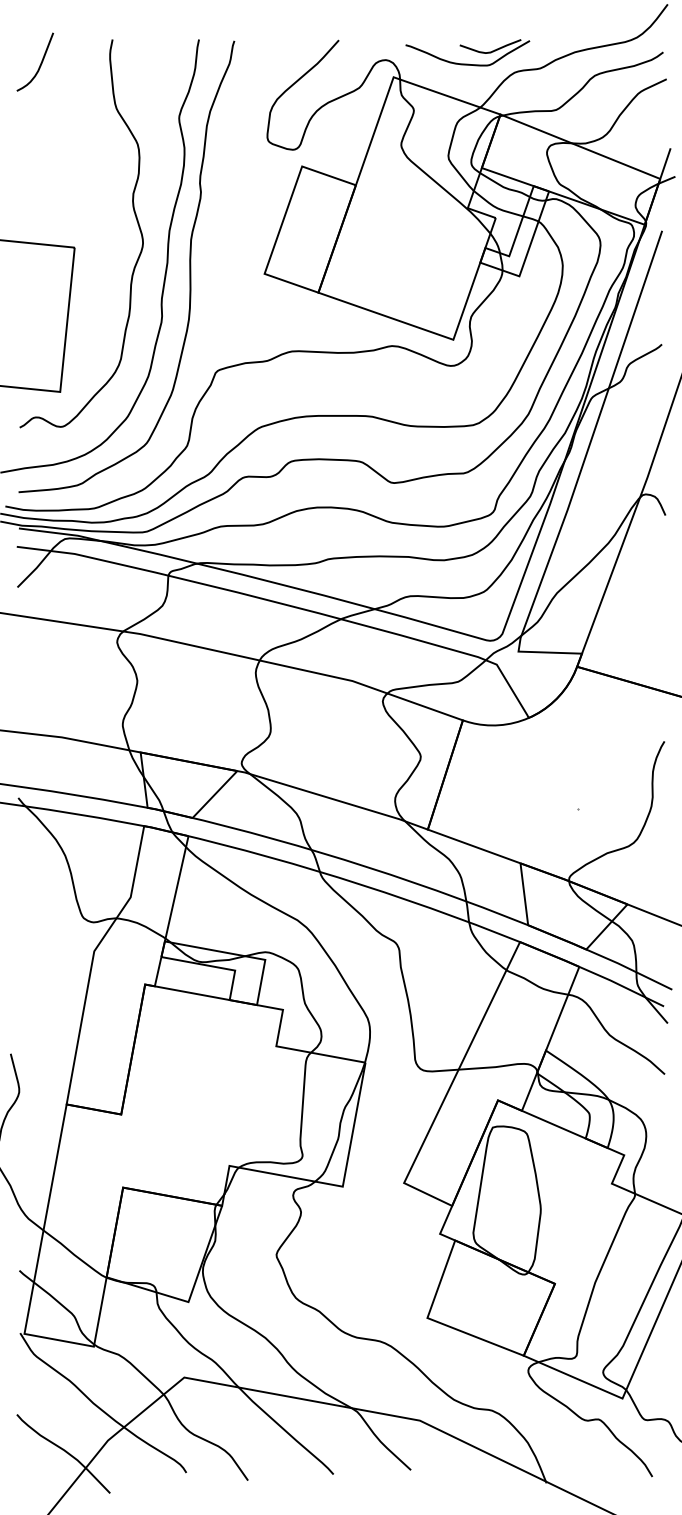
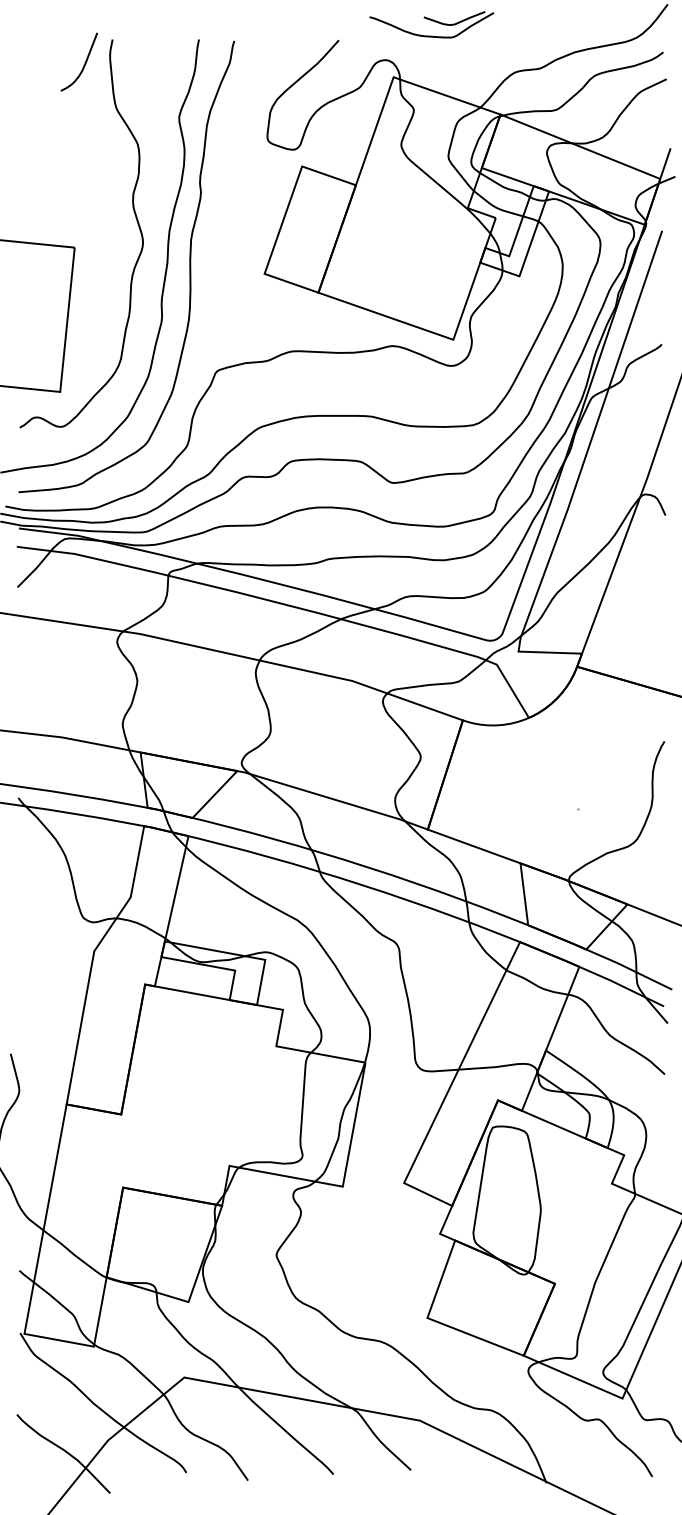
part at (467, 52) position: (467, 52) -> (431, 24)
curve at (40, 62) position: (40, 62) -> (84, 62)
